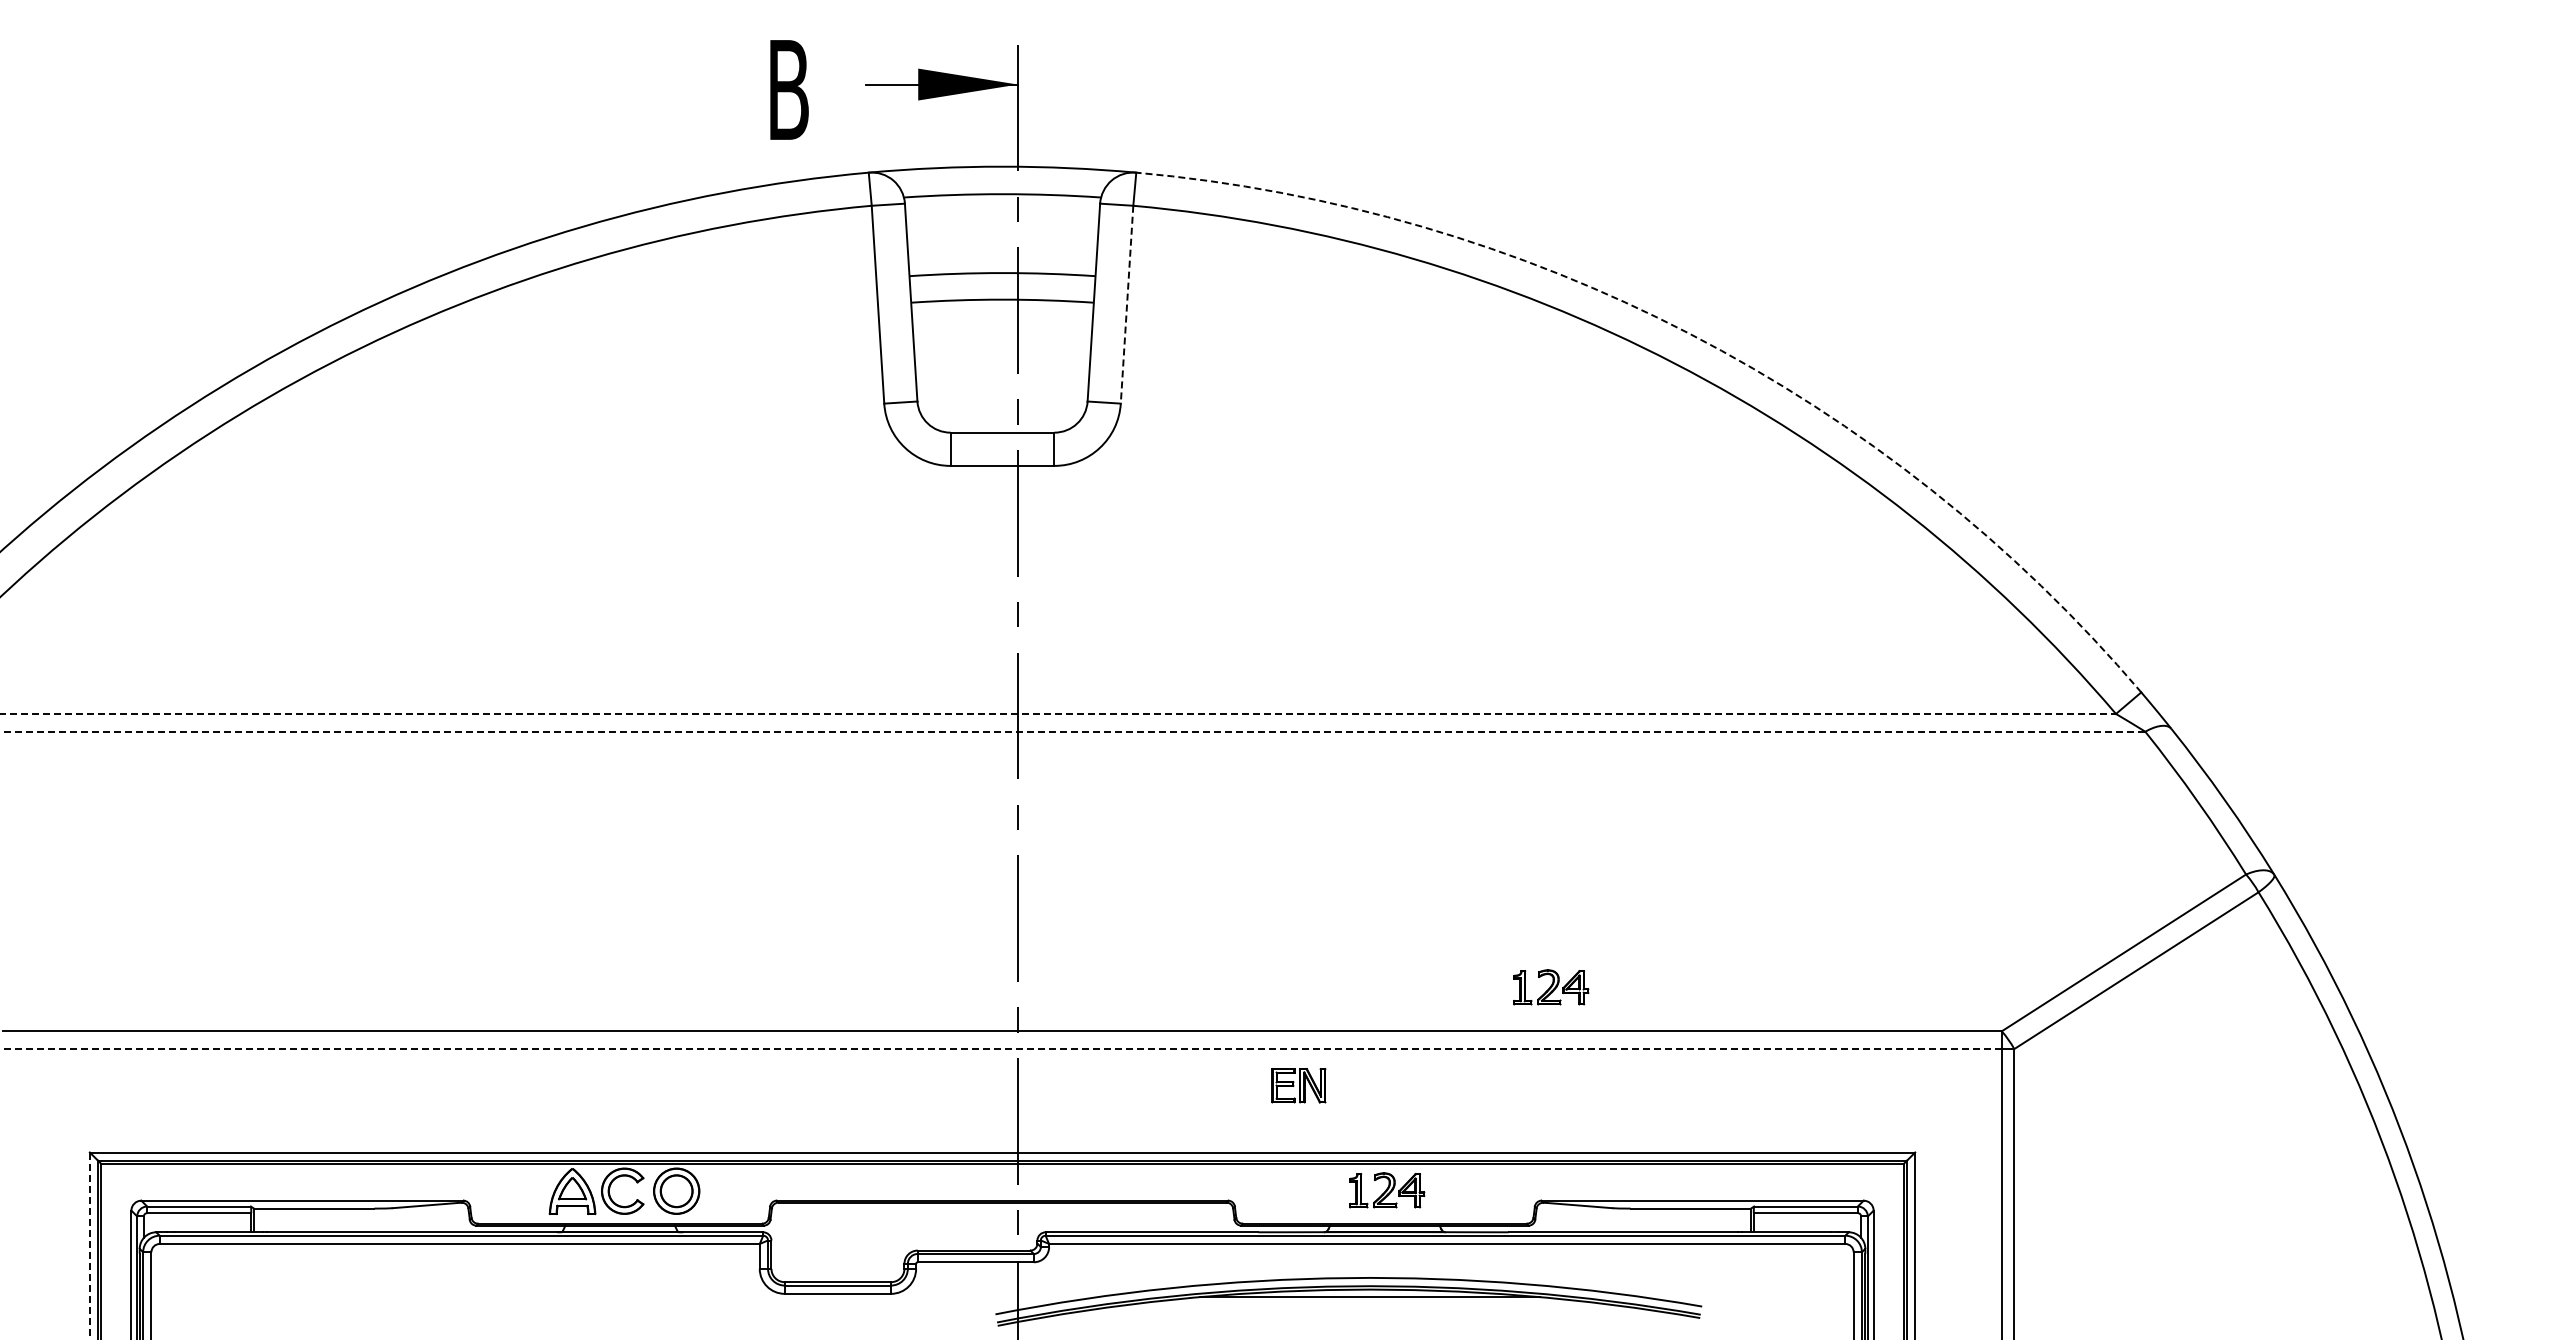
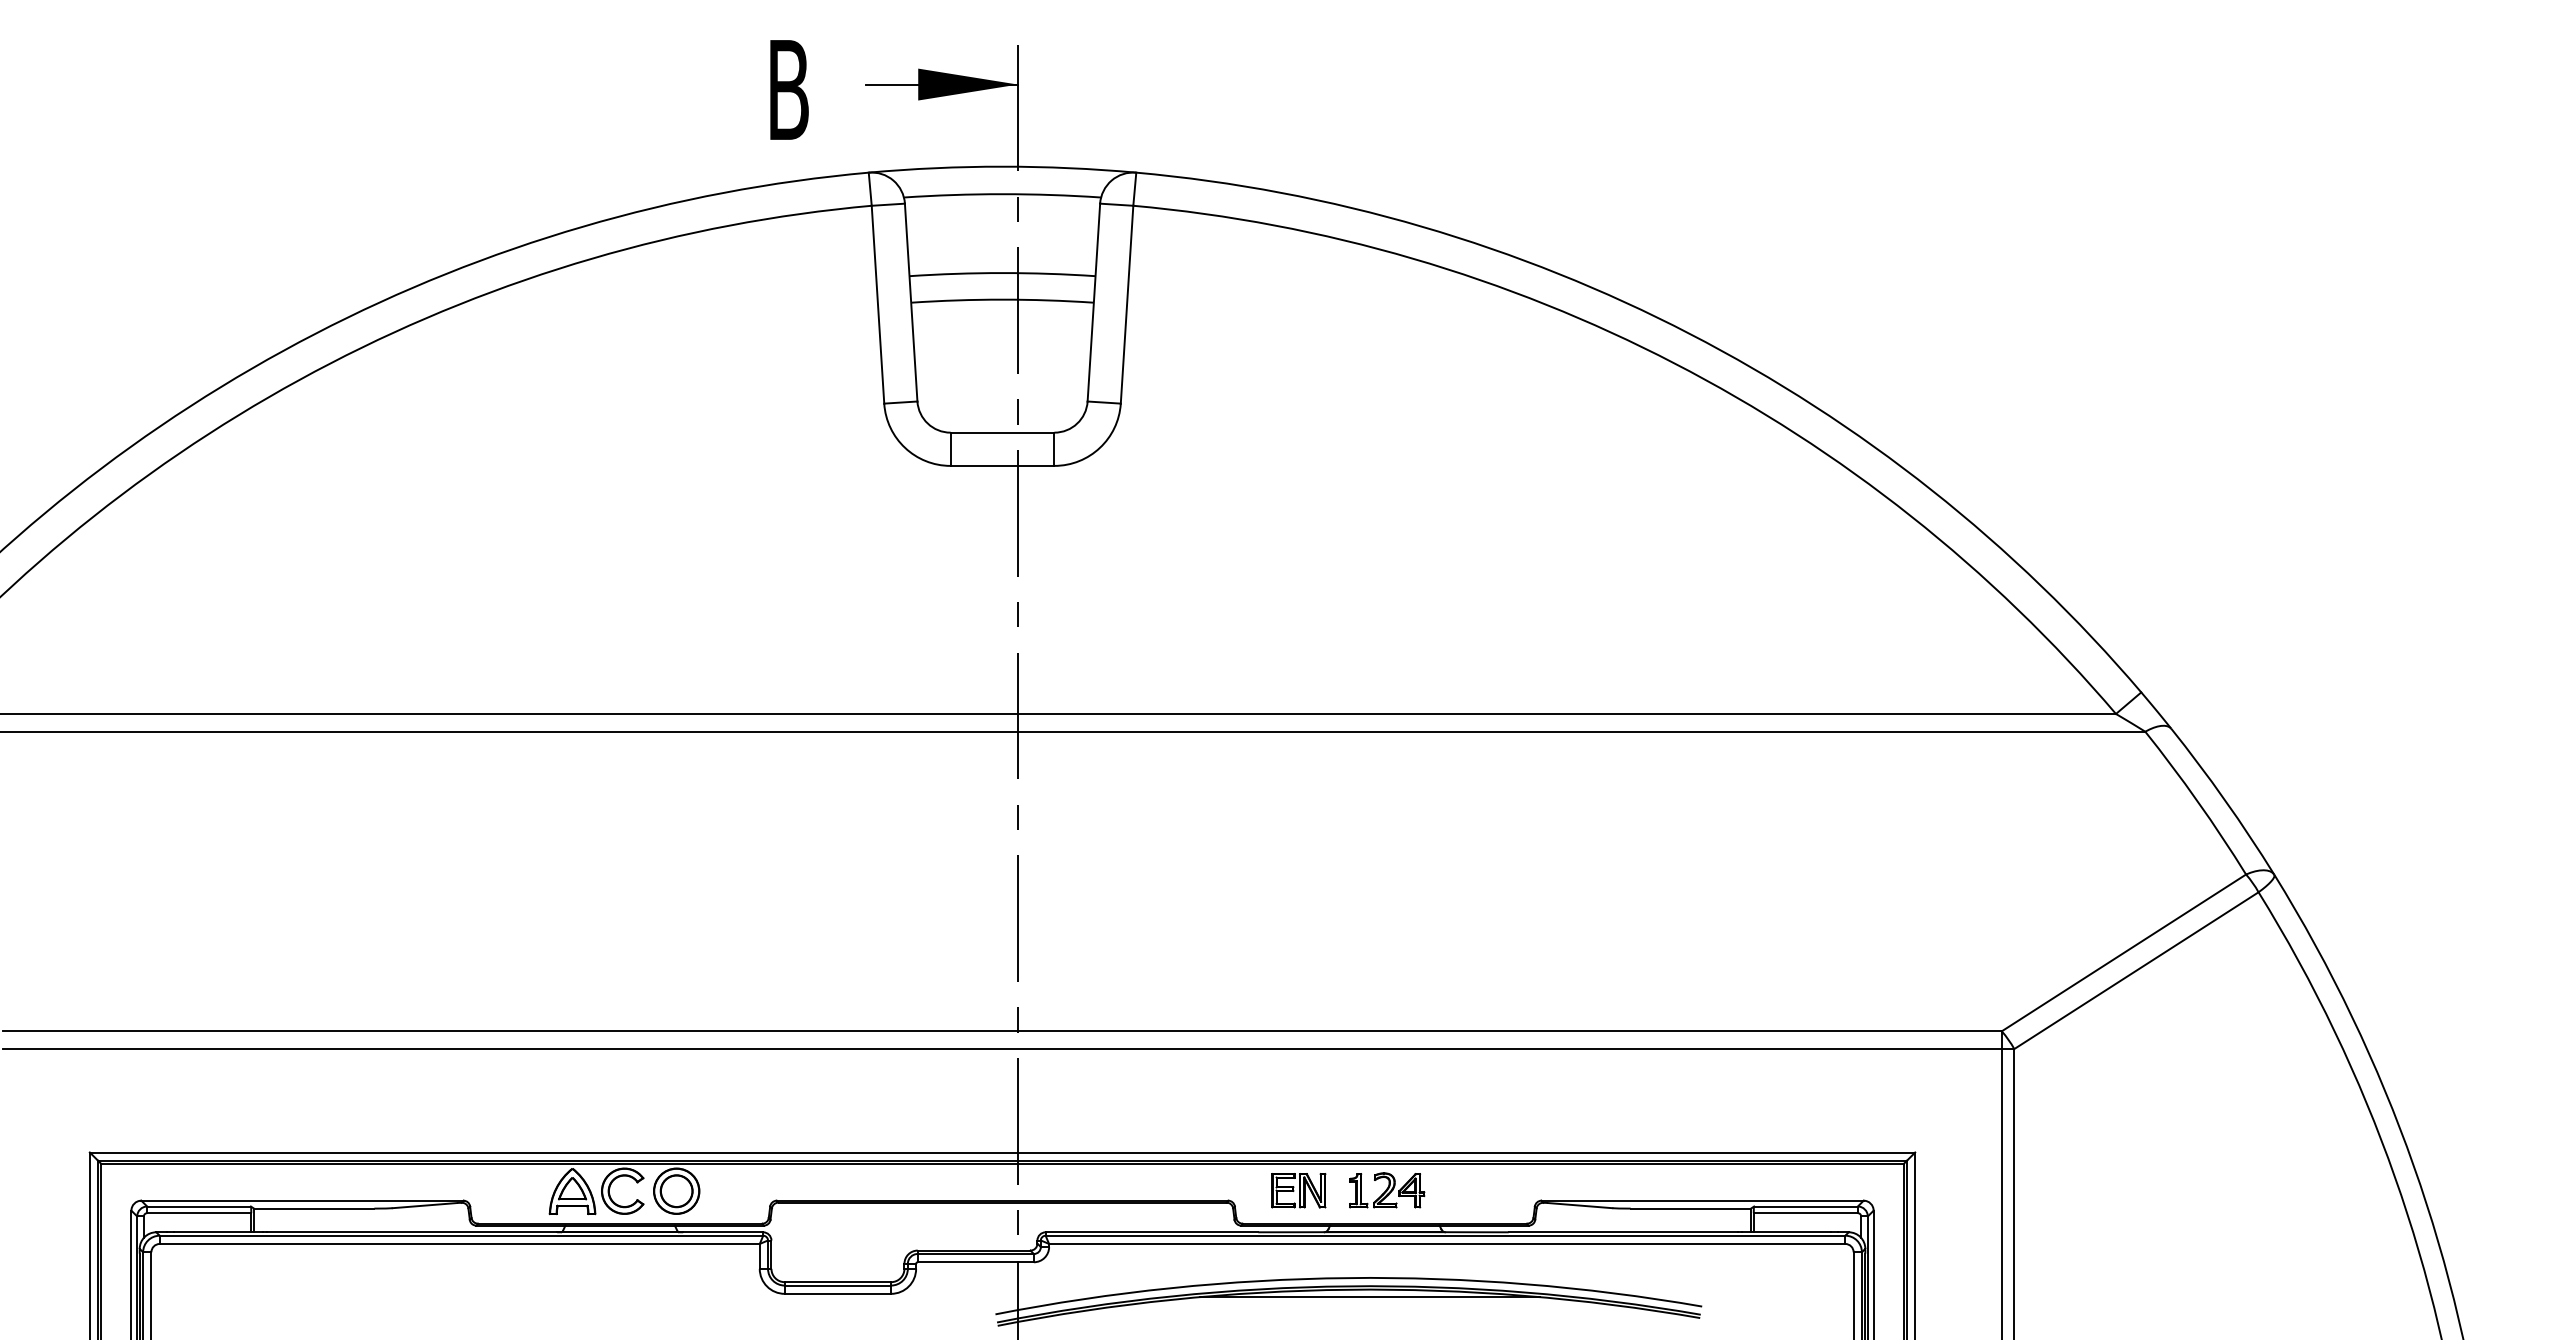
line at (1127, 305): dashed -> solid
arc at (1689, 333): dashed -> solid
line at (1058, 713): dashed -> solid
line at (1072, 731): dashed -> solid
part at (1551, 987): present -> none
line at (1002, 1049): dashed -> solid
part at (1298, 1085) position: (1298, 1085) -> (1298, 1190)
line at (89, 1246): dashed -> solid
